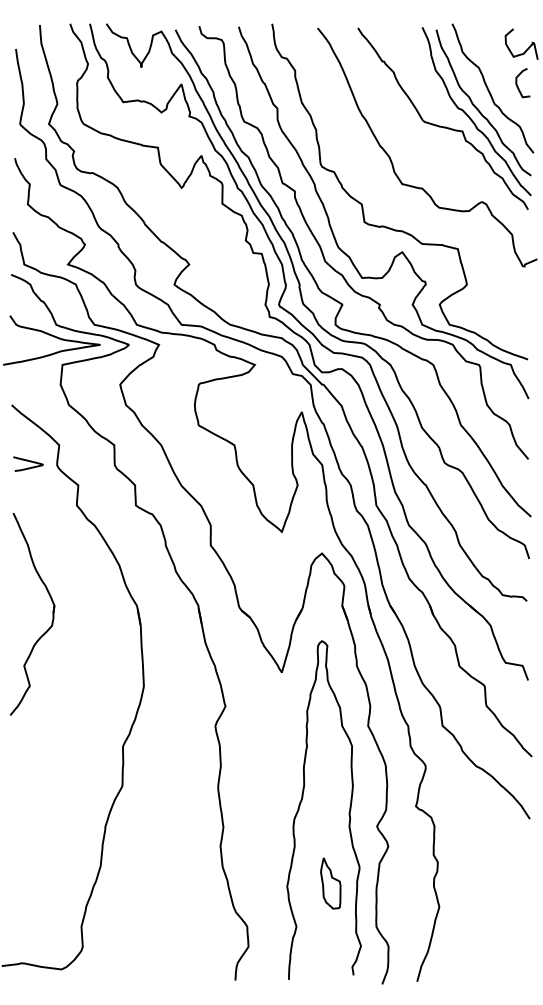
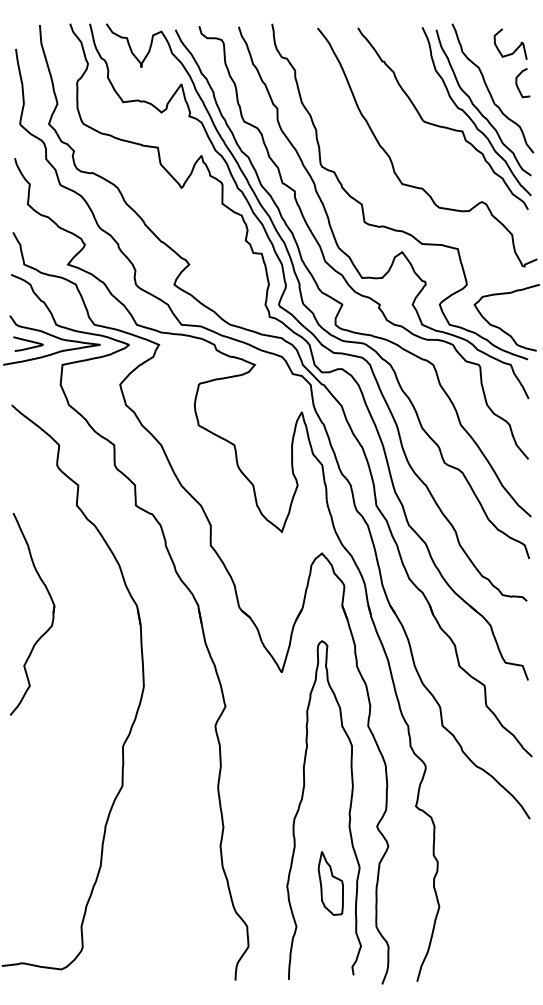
curve at (527, 48) position: (527, 48) -> (516, 48)
curve at (500, 327): none -> present
curve at (28, 461) position: (28, 461) -> (28, 341)
part at (330, 883) size: 22x53 px -> 27x65 px
